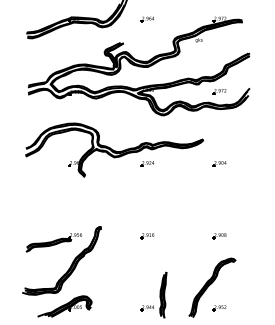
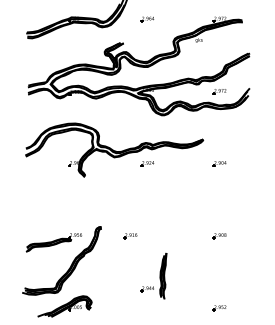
part at (147, 236) position: (147, 236) -> (130, 236)
part at (212, 287): present -> none
part at (153, 294) position: (153, 294) -> (153, 275)
